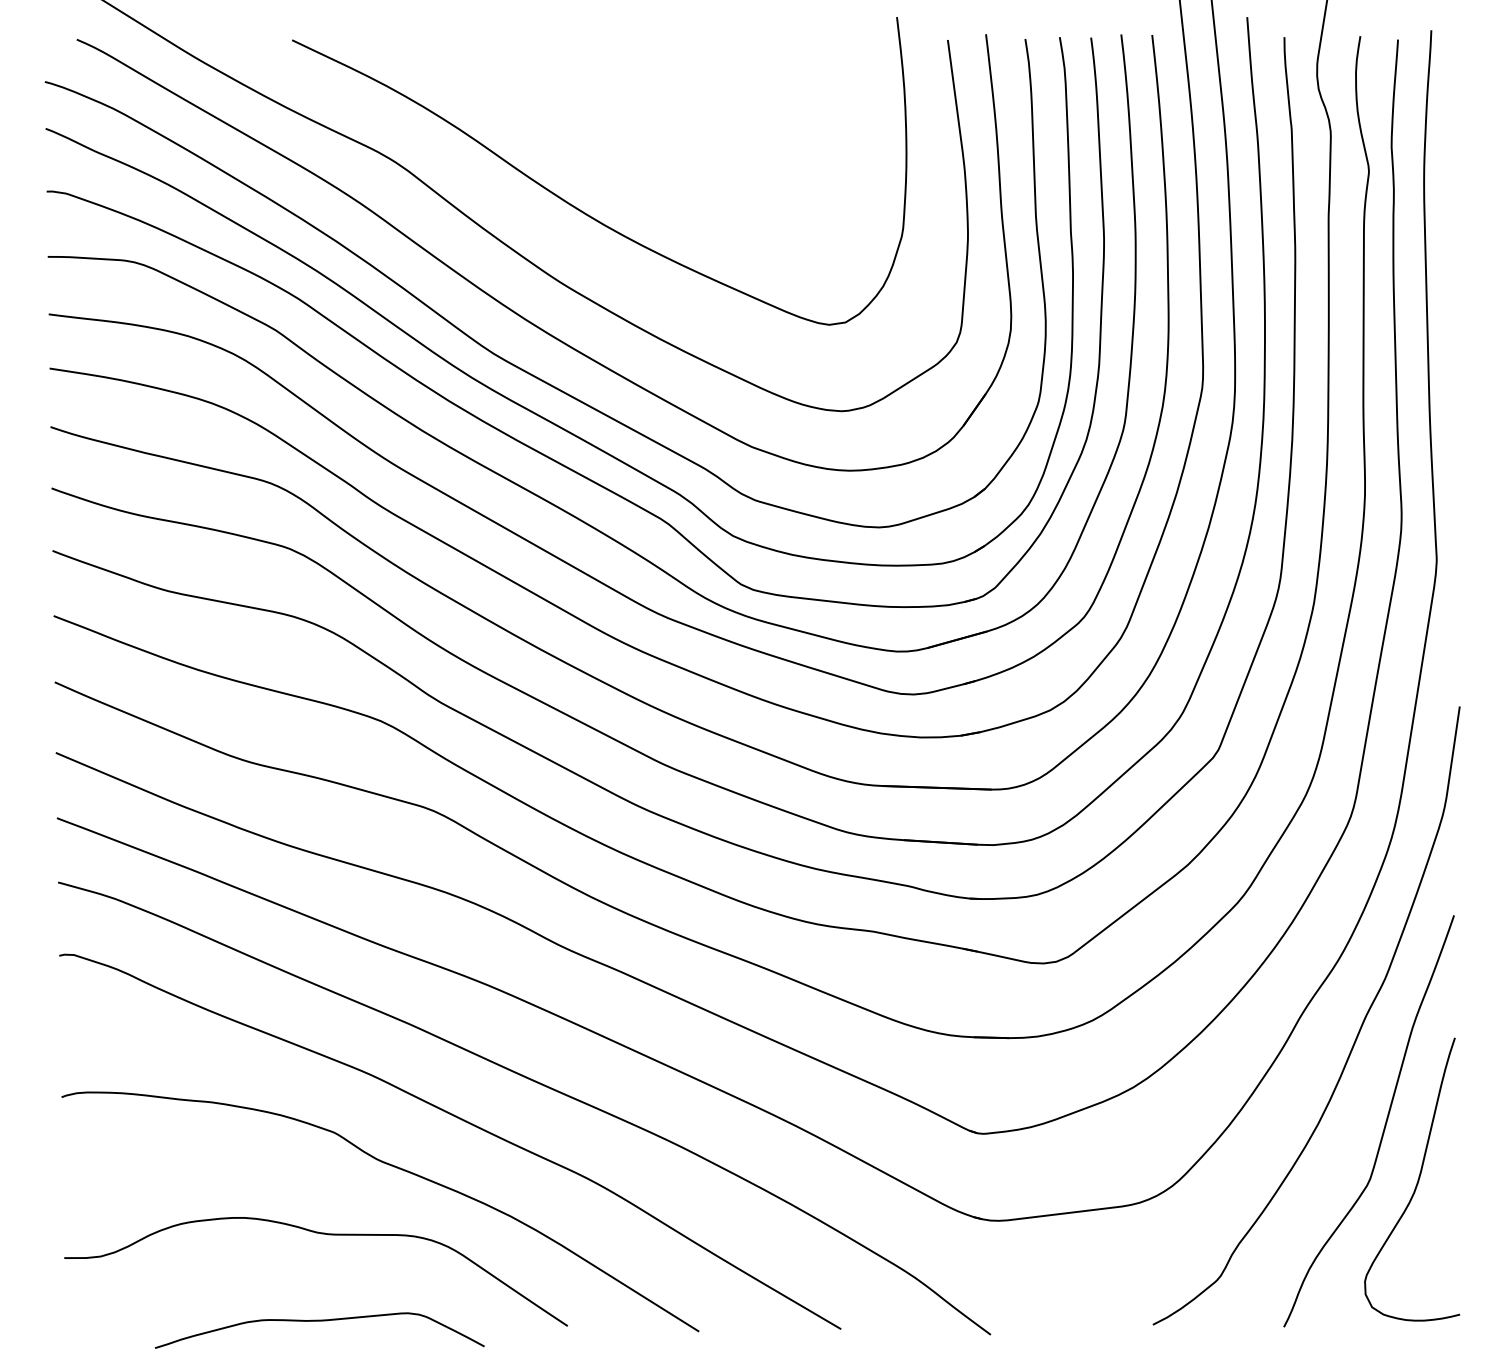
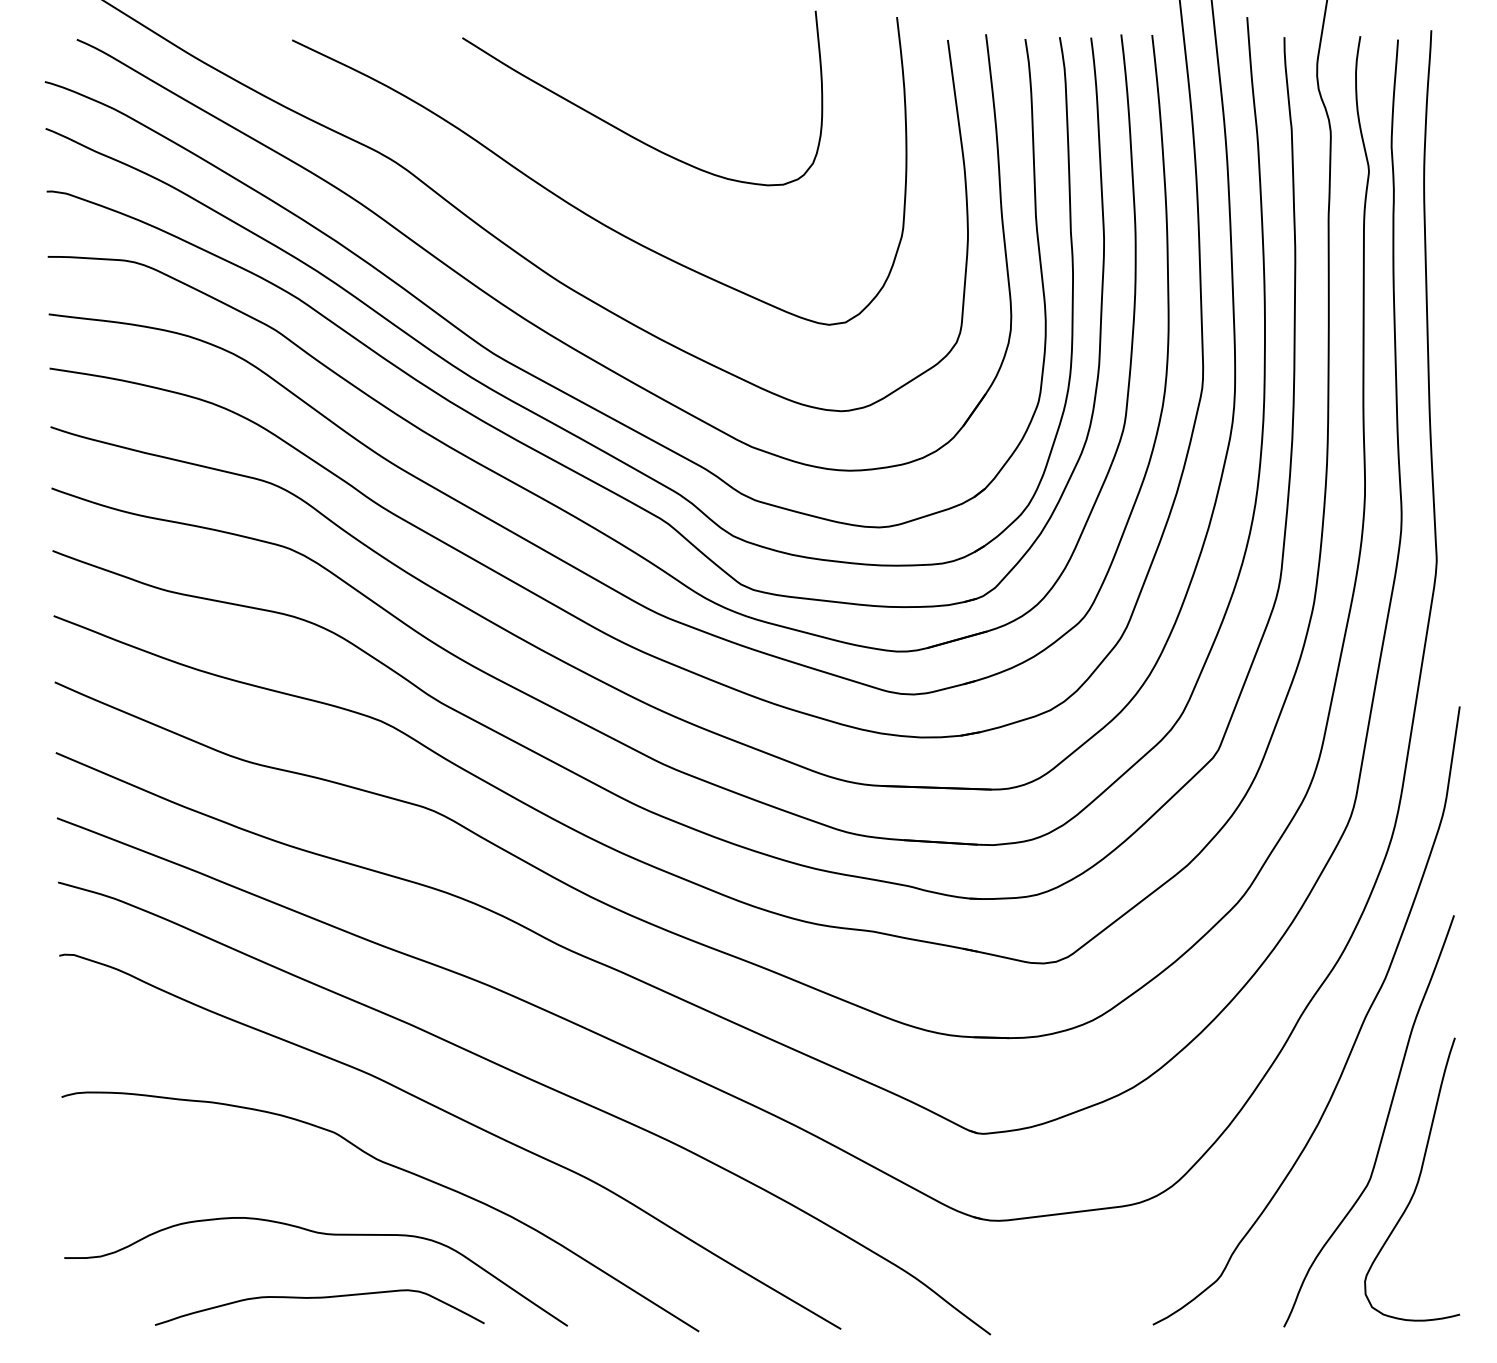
curve at (623, 130): none -> present
curve at (319, 1321) position: (319, 1321) -> (319, 1298)
